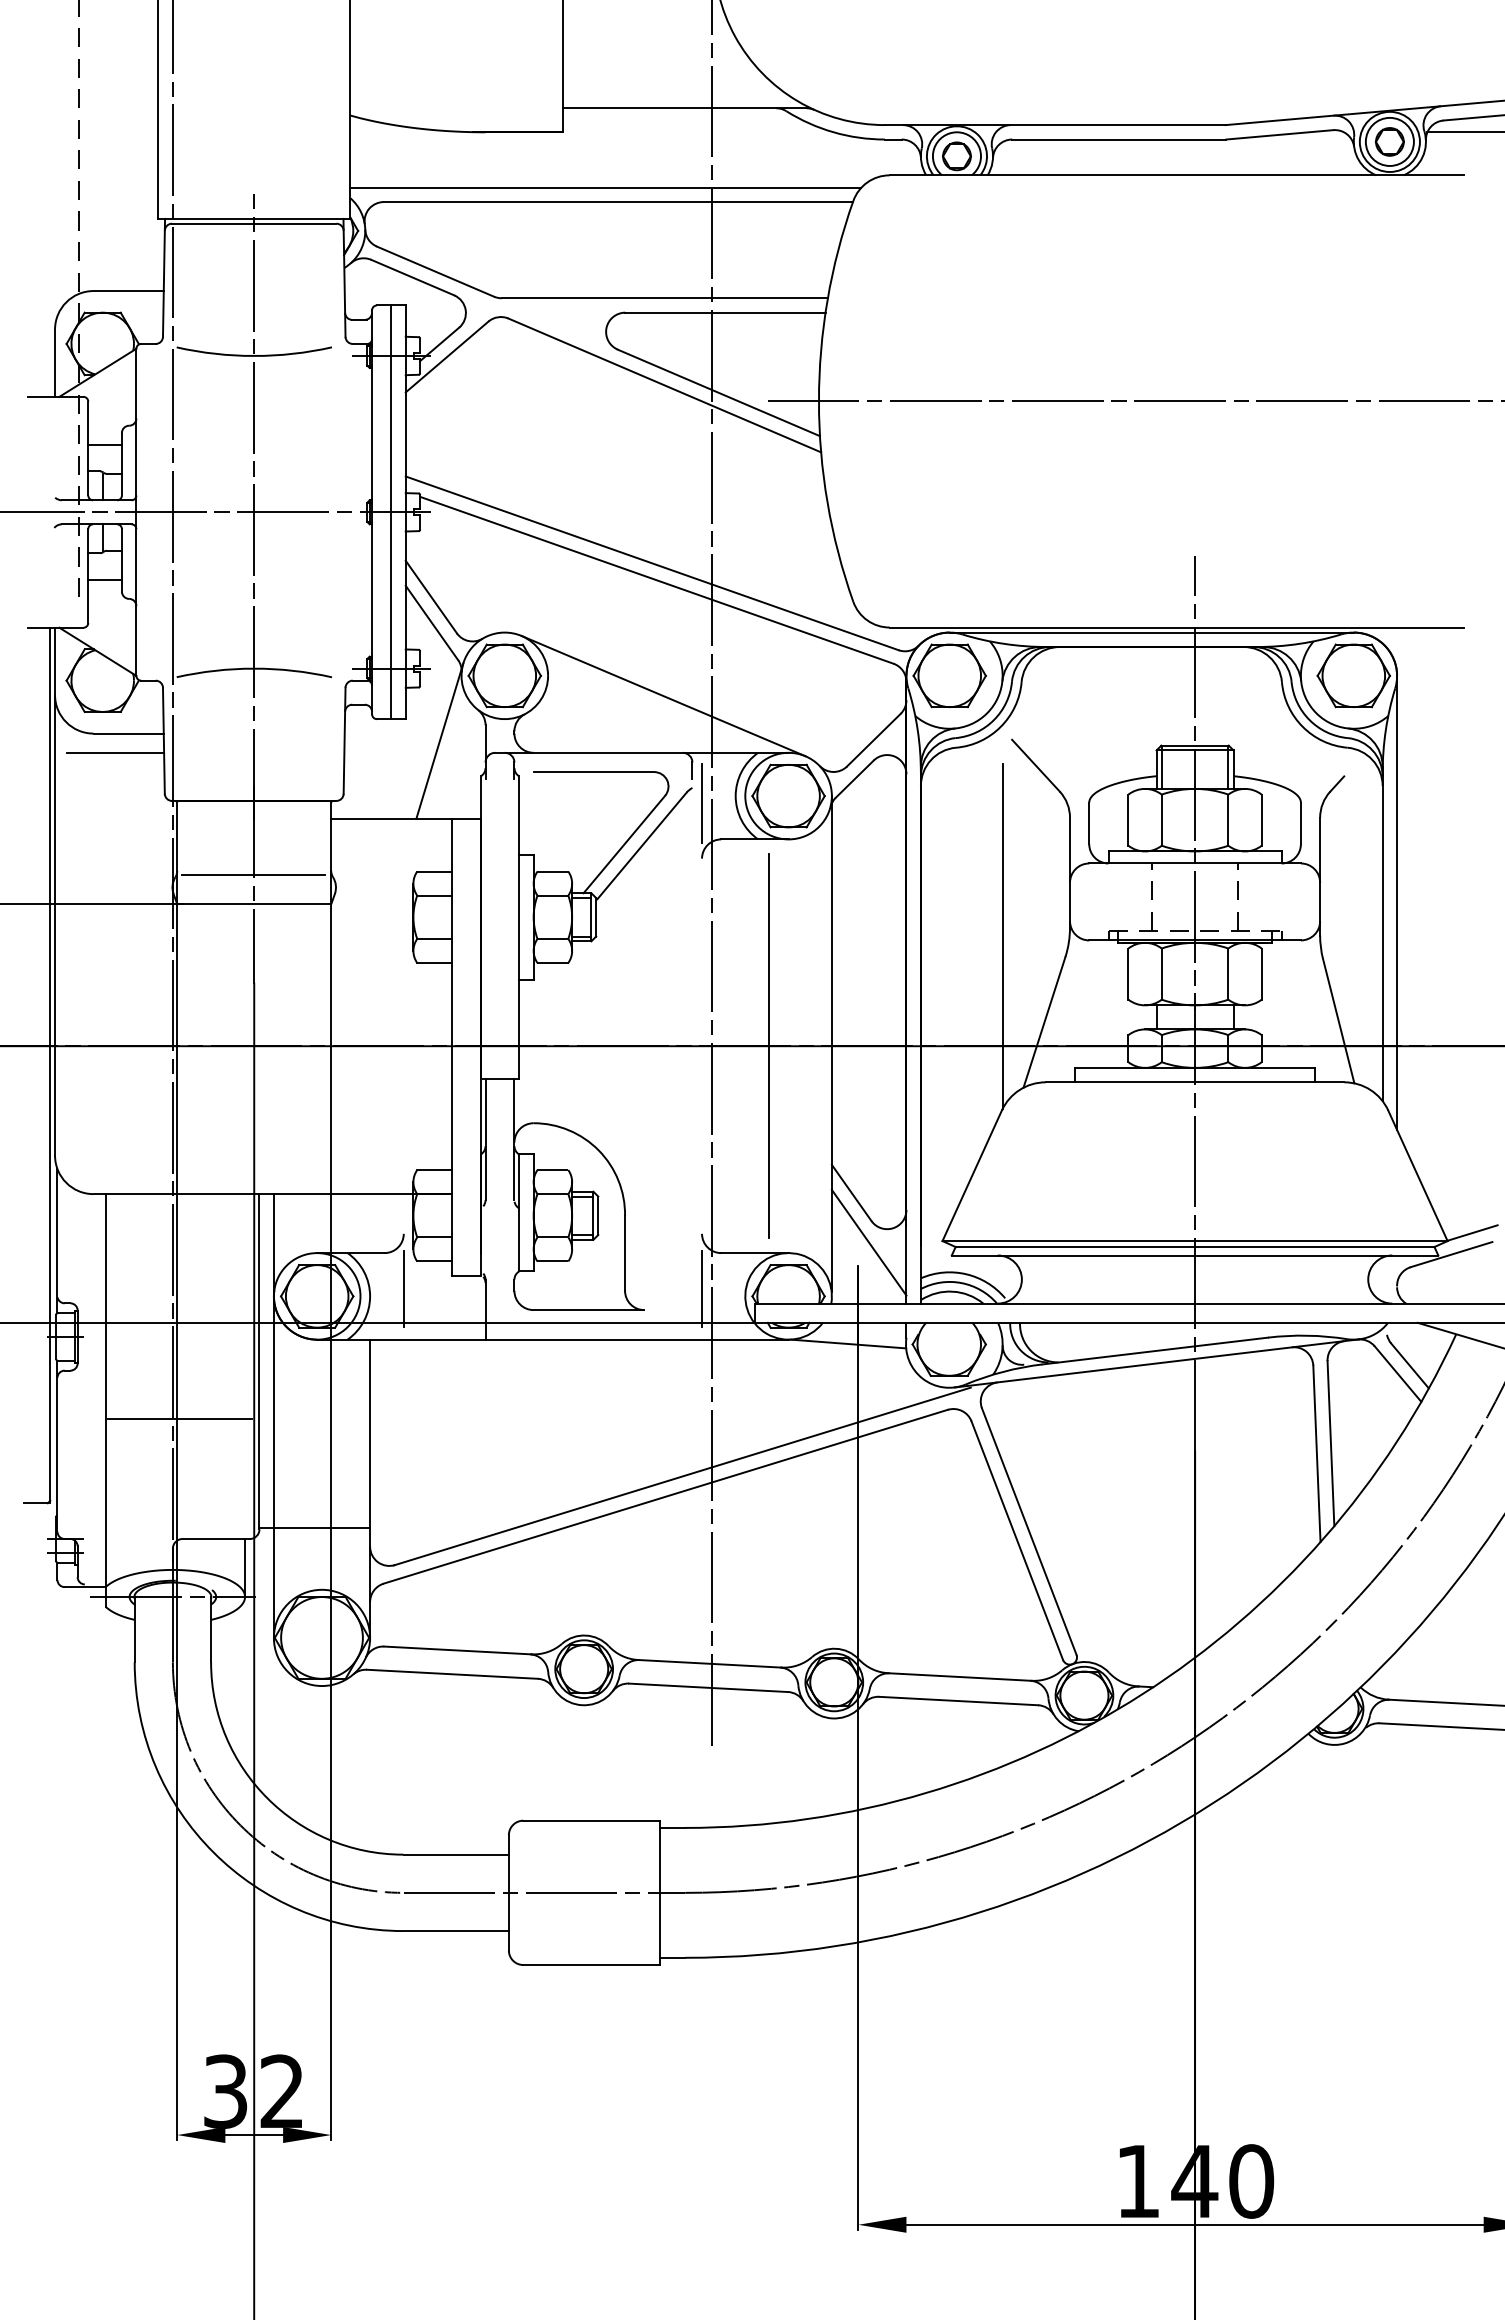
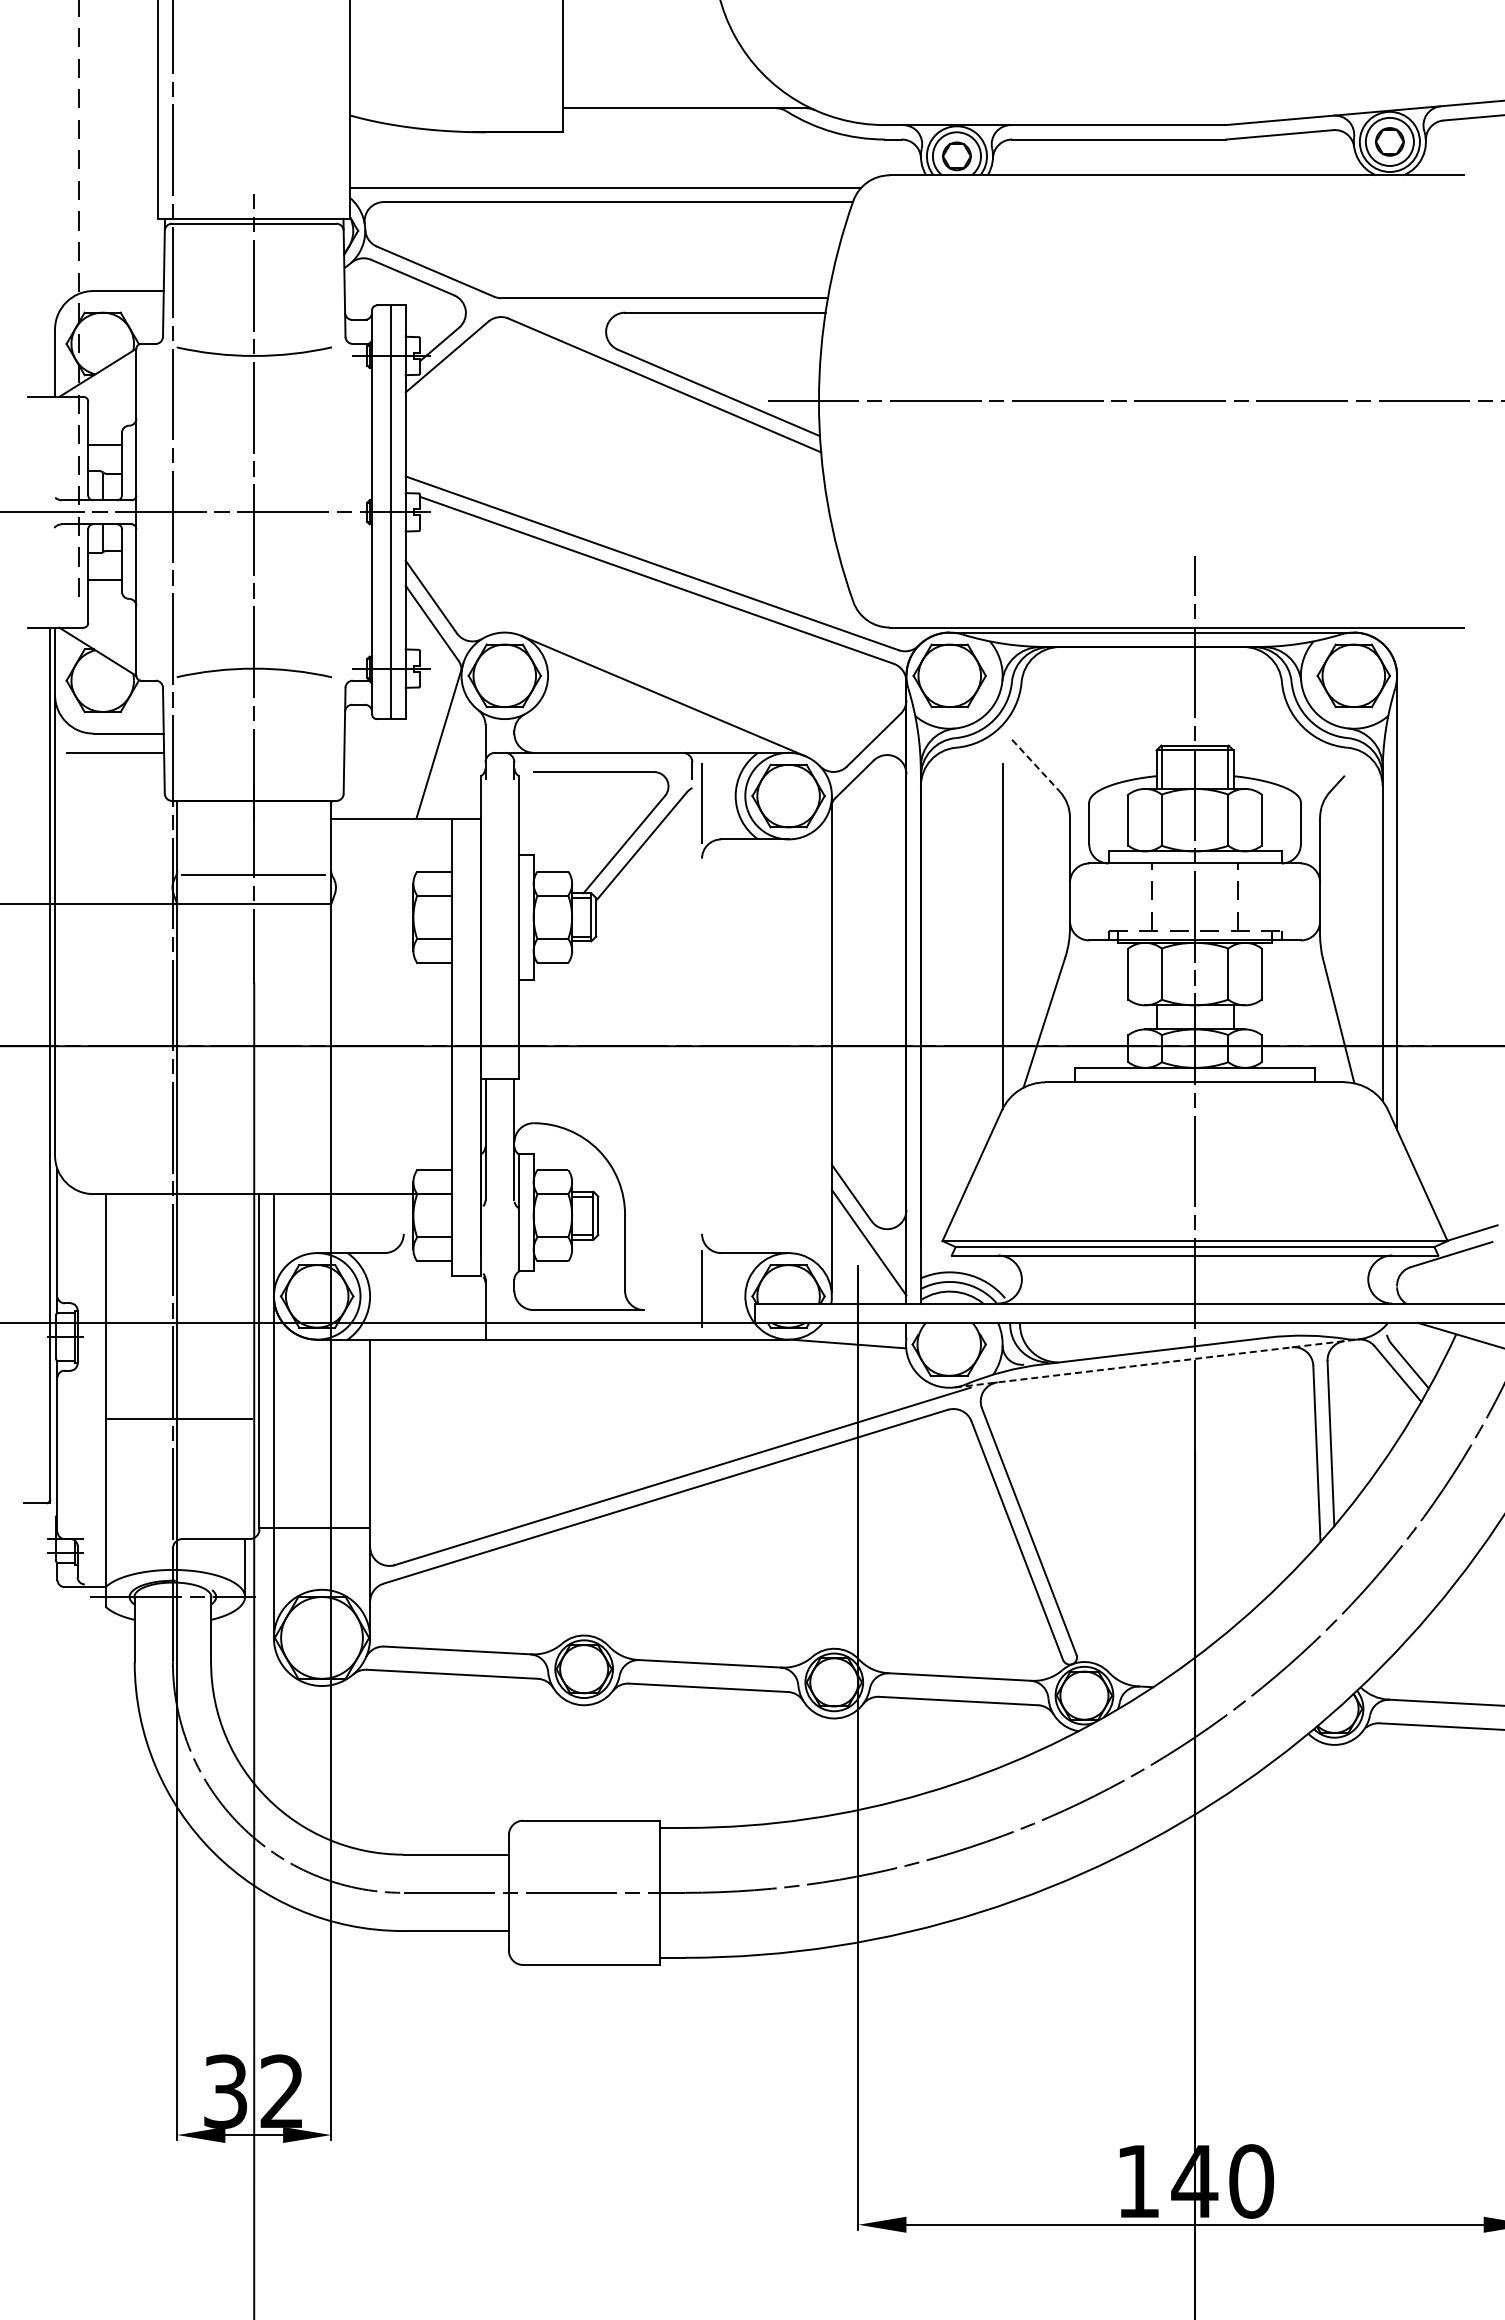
line at (1464, 132): present -> none
line at (1036, 766): solid -> dashed
line at (711, 873): present -> none
line at (769, 1045): present -> none
line at (403, 1289): present -> none
line at (1157, 1363): solid -> dashed
